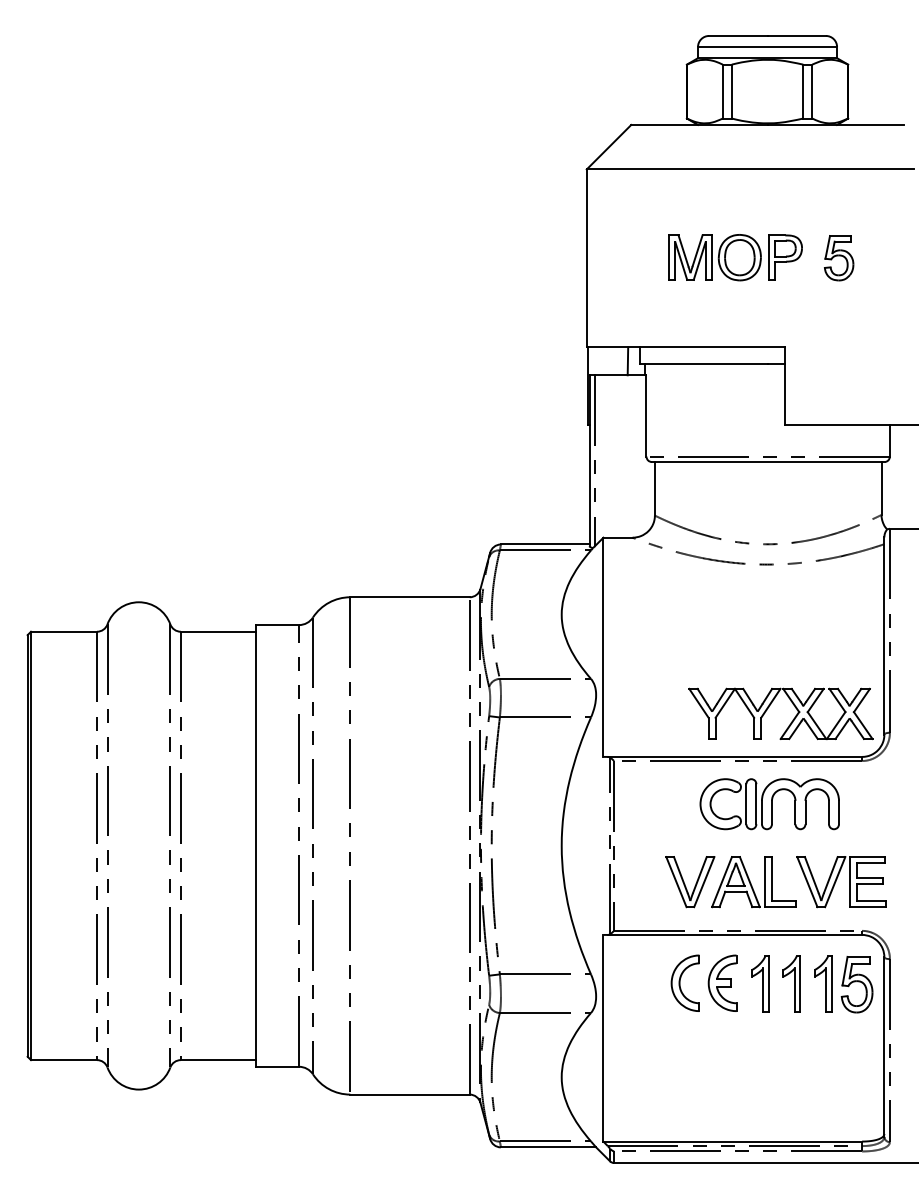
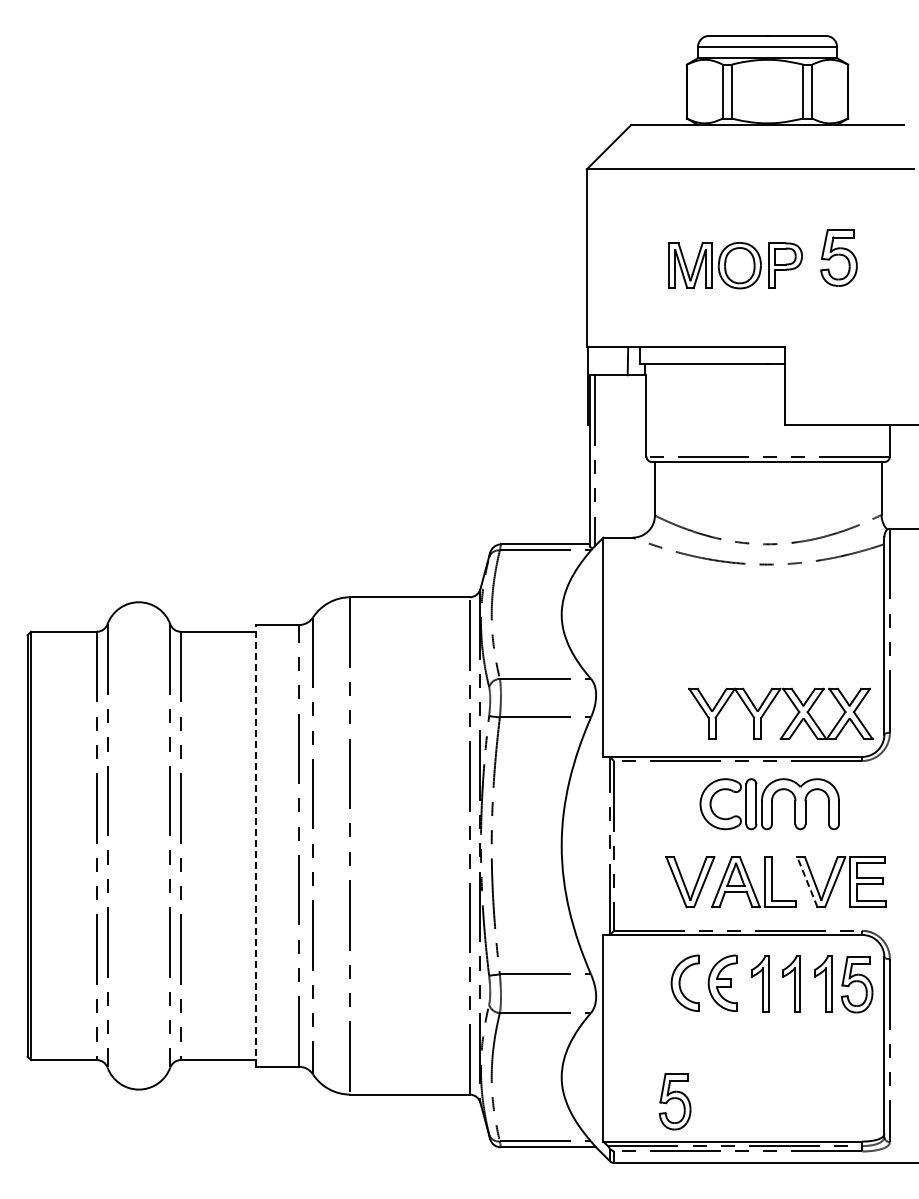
part at (735, 257) position: (735, 257) -> (735, 265)
part at (839, 258) size: 31x47 px -> 38x58 px
line at (255, 845): solid -> dashed
line at (807, 882): solid -> dashed
part at (674, 1101): none -> present
